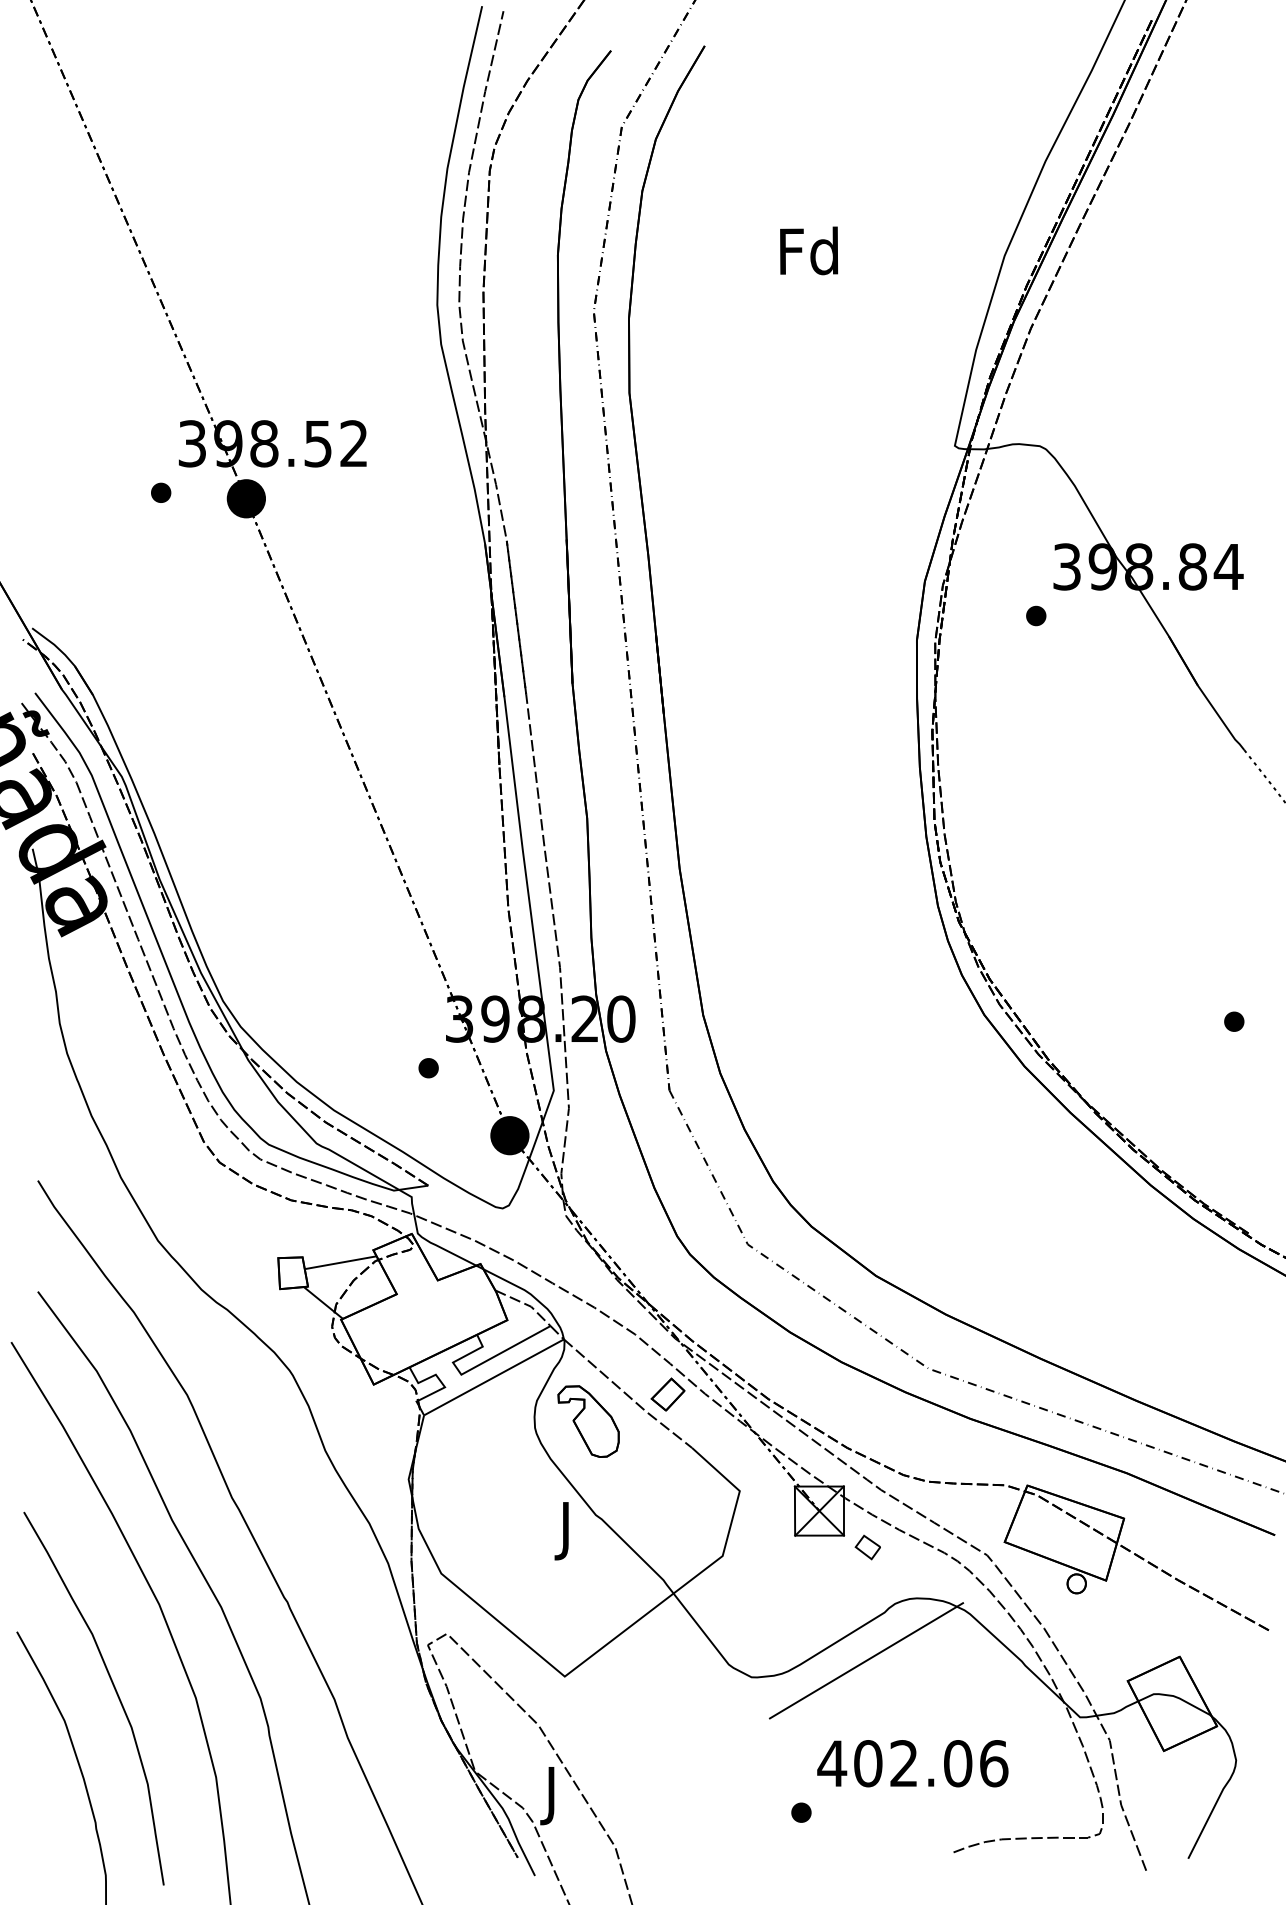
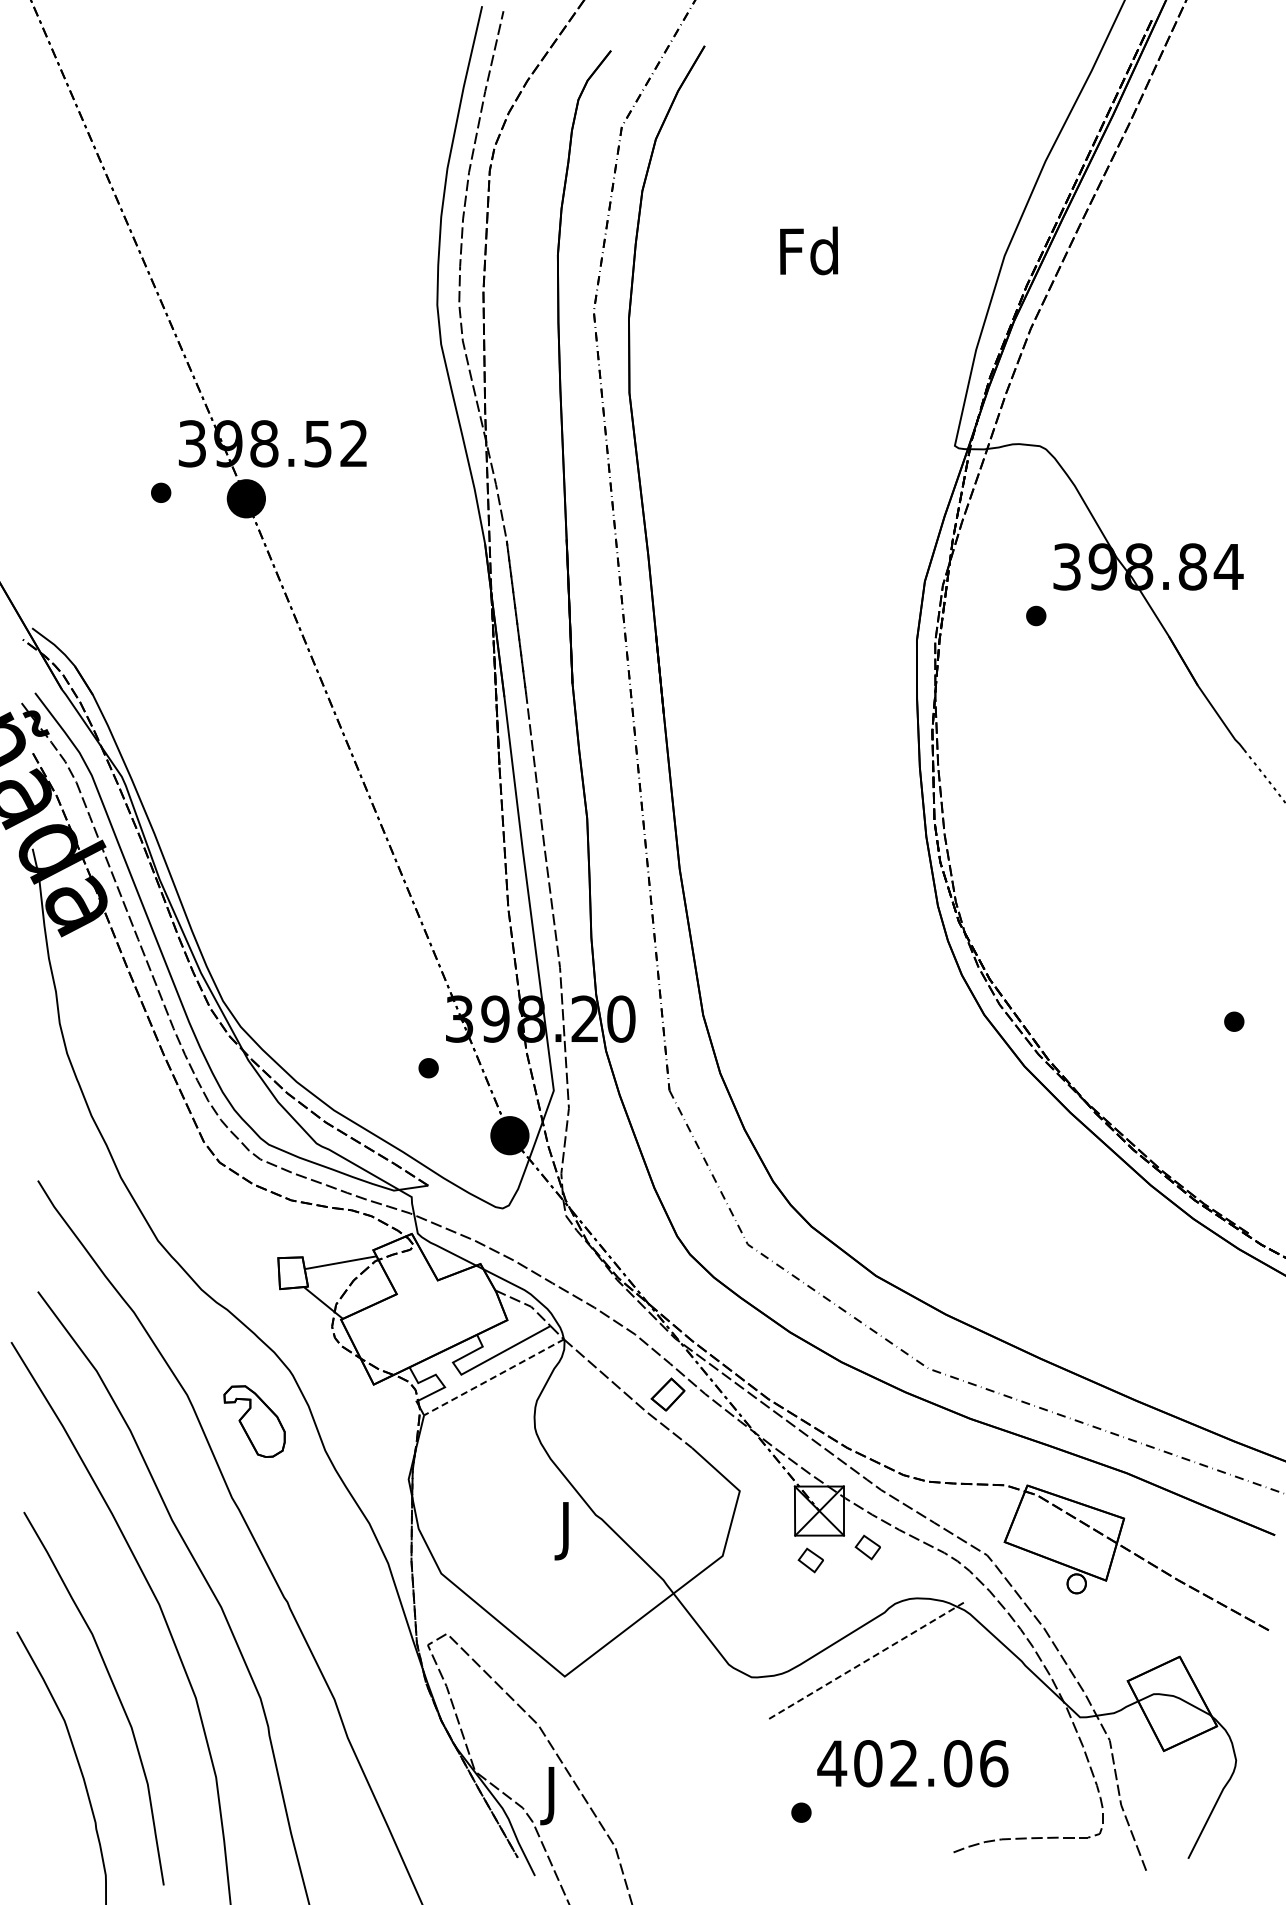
line at (494, 1377): solid -> dashed
part at (588, 1421) position: (588, 1421) -> (254, 1421)
part at (810, 1560): none -> present
line at (866, 1660): solid -> dashed
